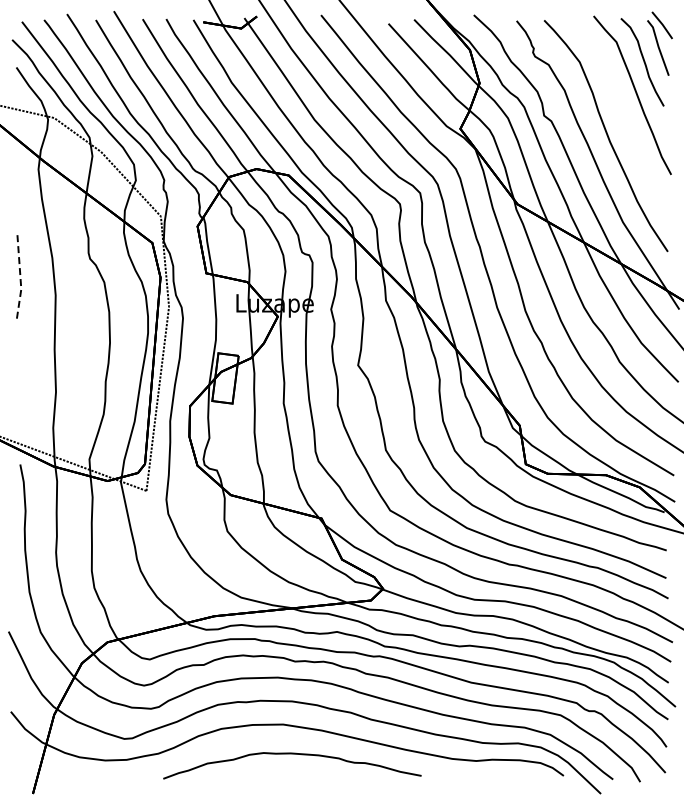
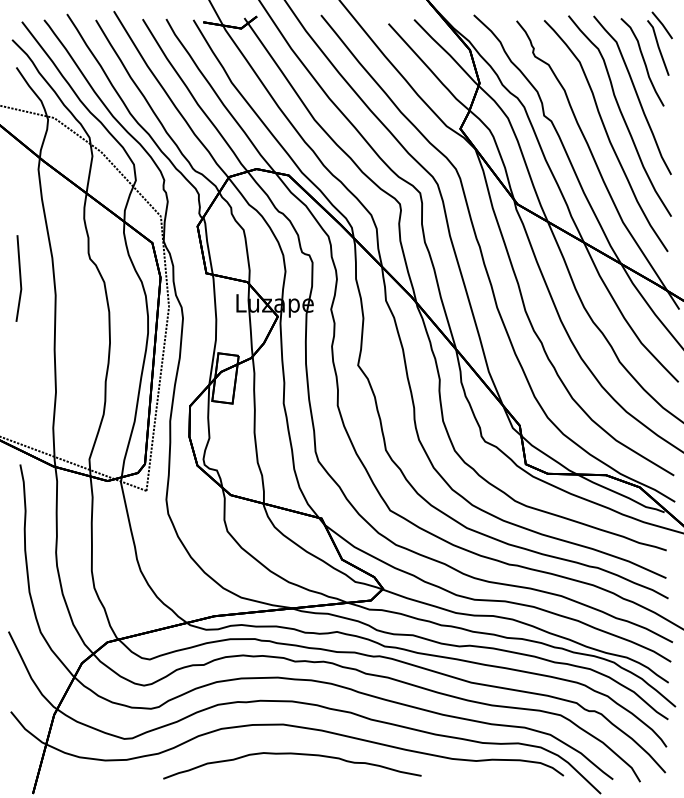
curve at (620, 114): none -> present
line at (20, 279): dashed -> solid
